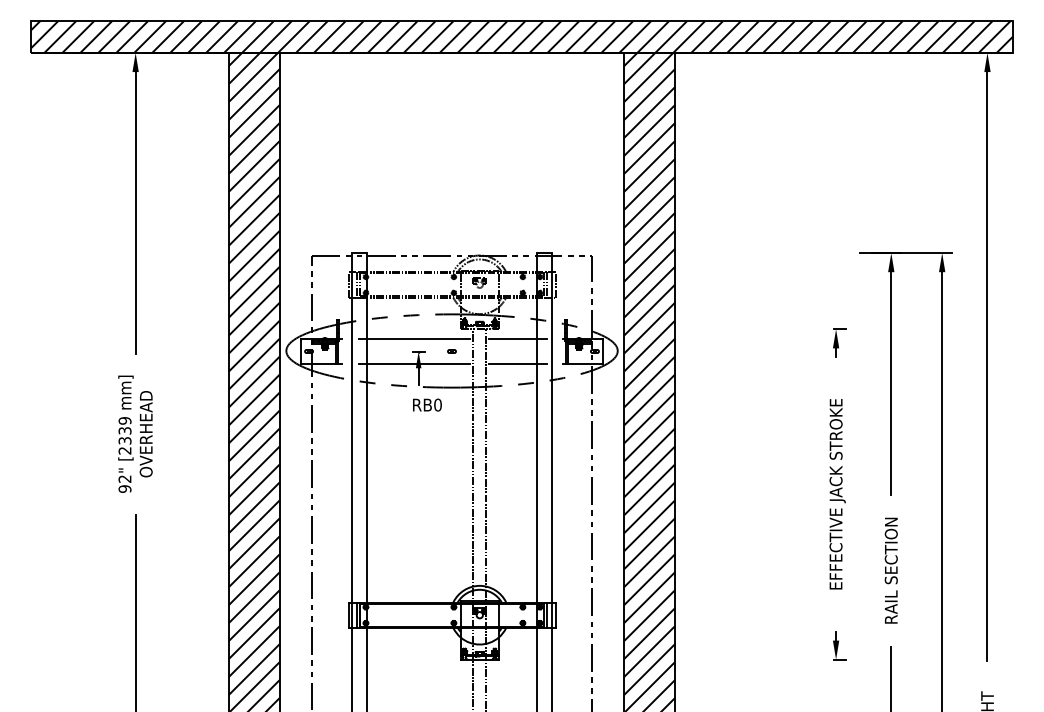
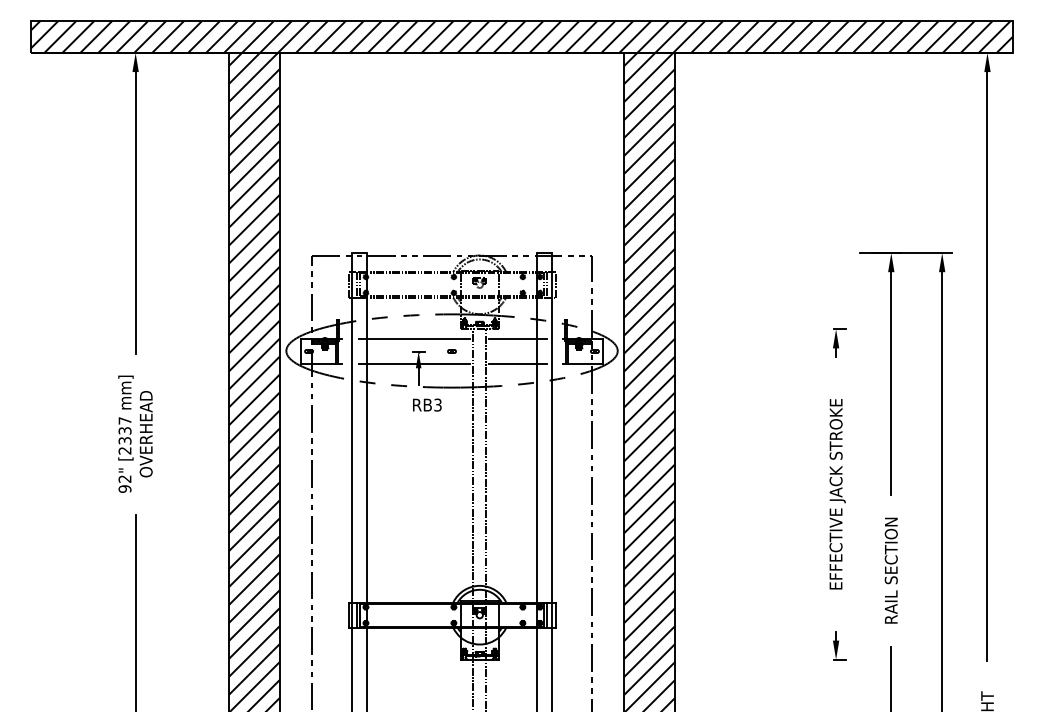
text at (437, 404): RB0 -> RB3
text at (124, 420): [2339 -> [2337
